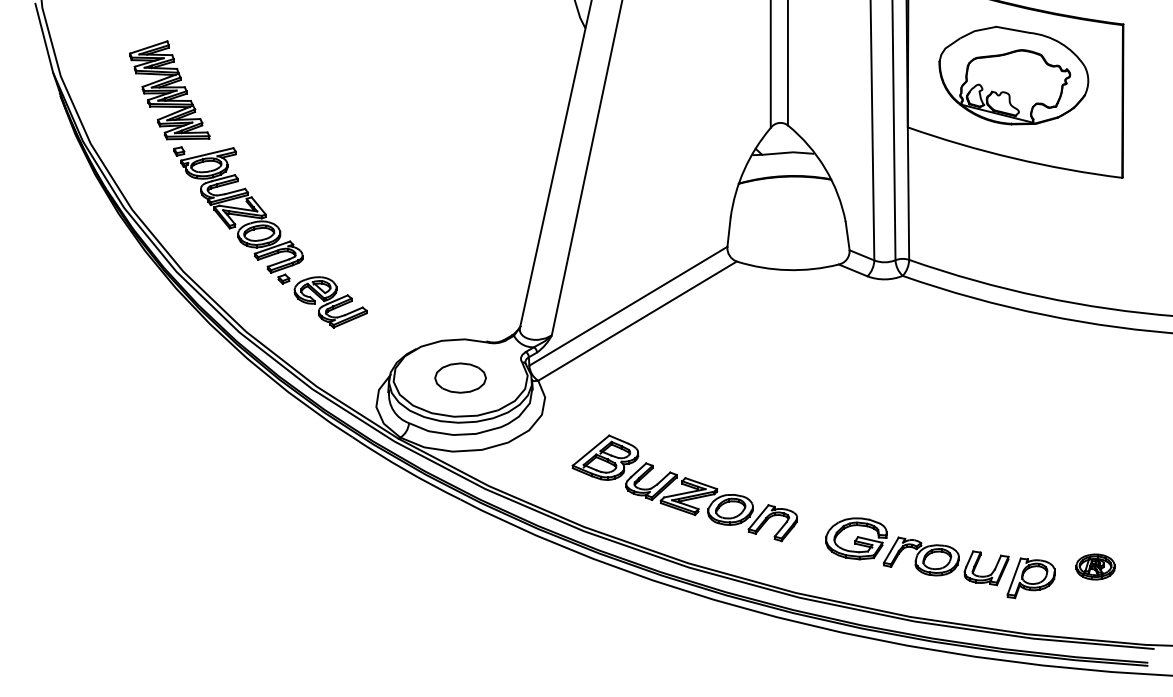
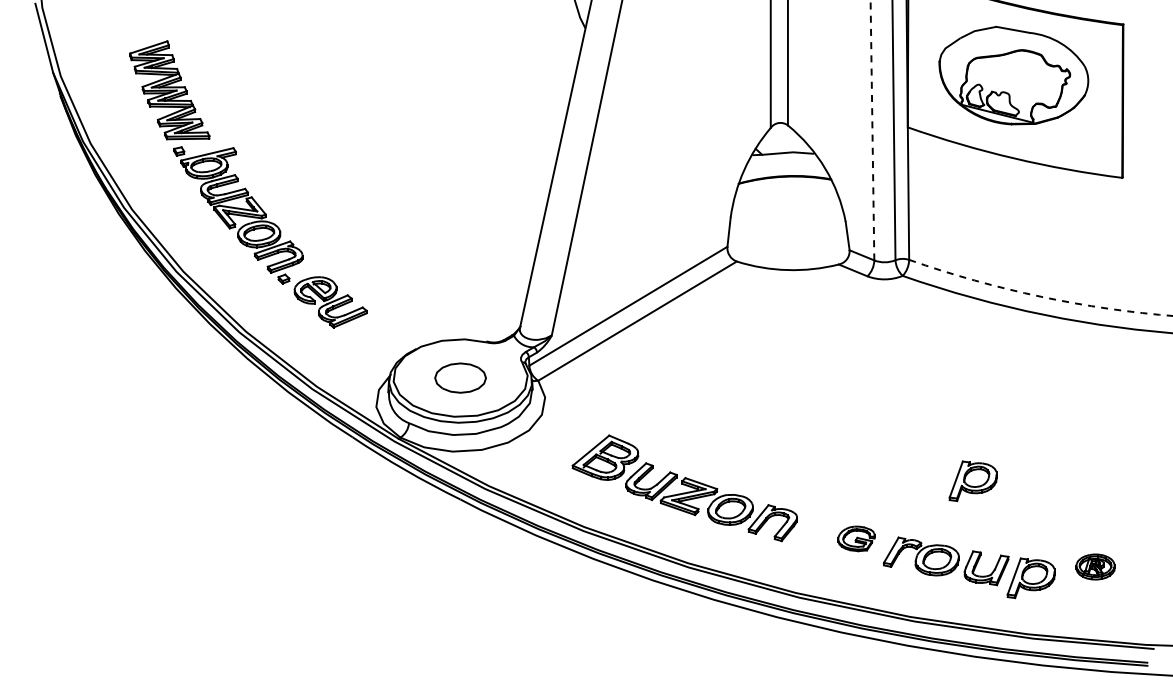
line at (872, 130): solid -> dashed
arc at (1040, 296): solid -> dashed
part at (972, 481): none -> present
part at (856, 538) size: 63x44 px -> 39x28 px
